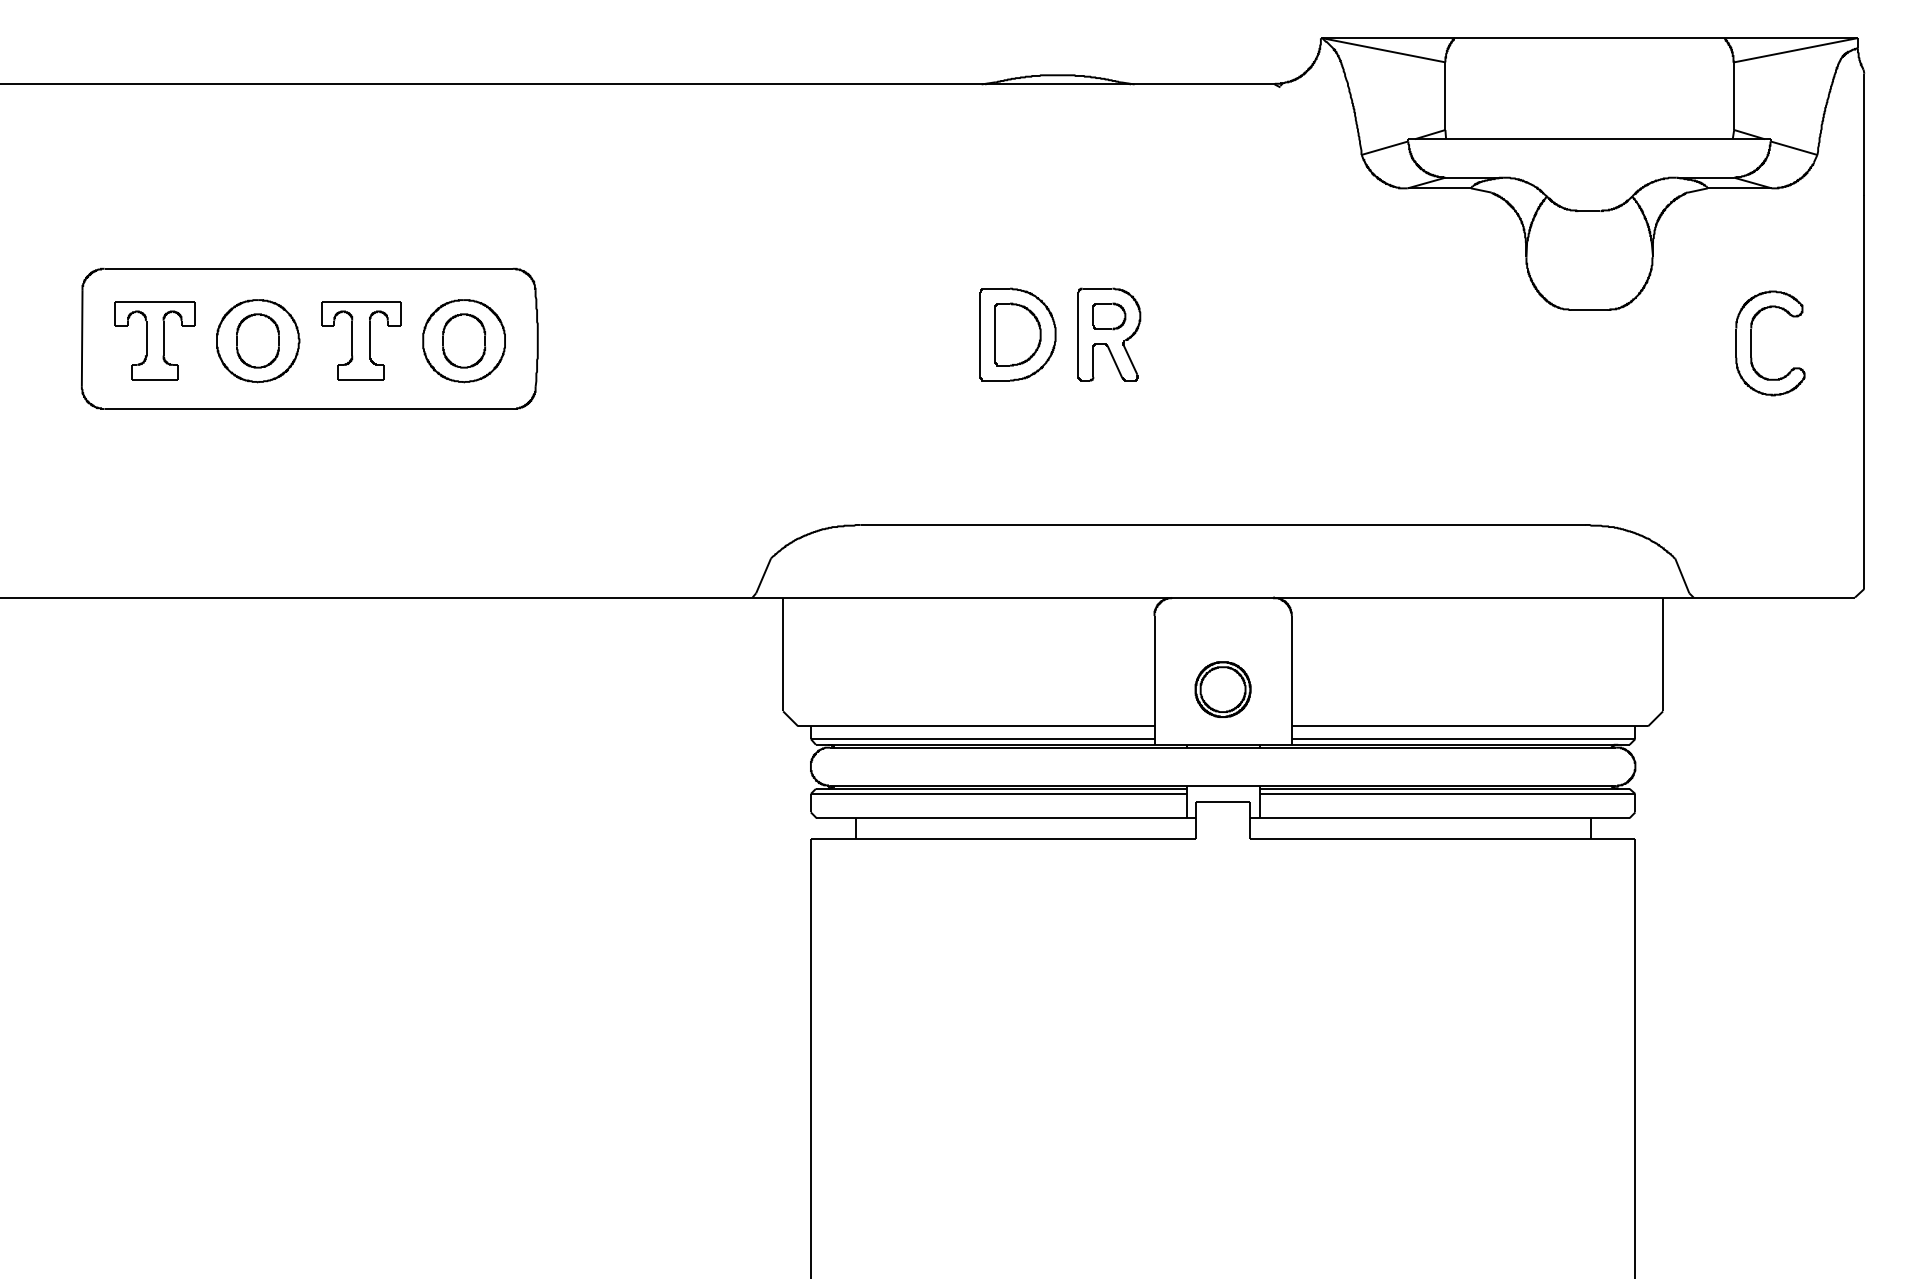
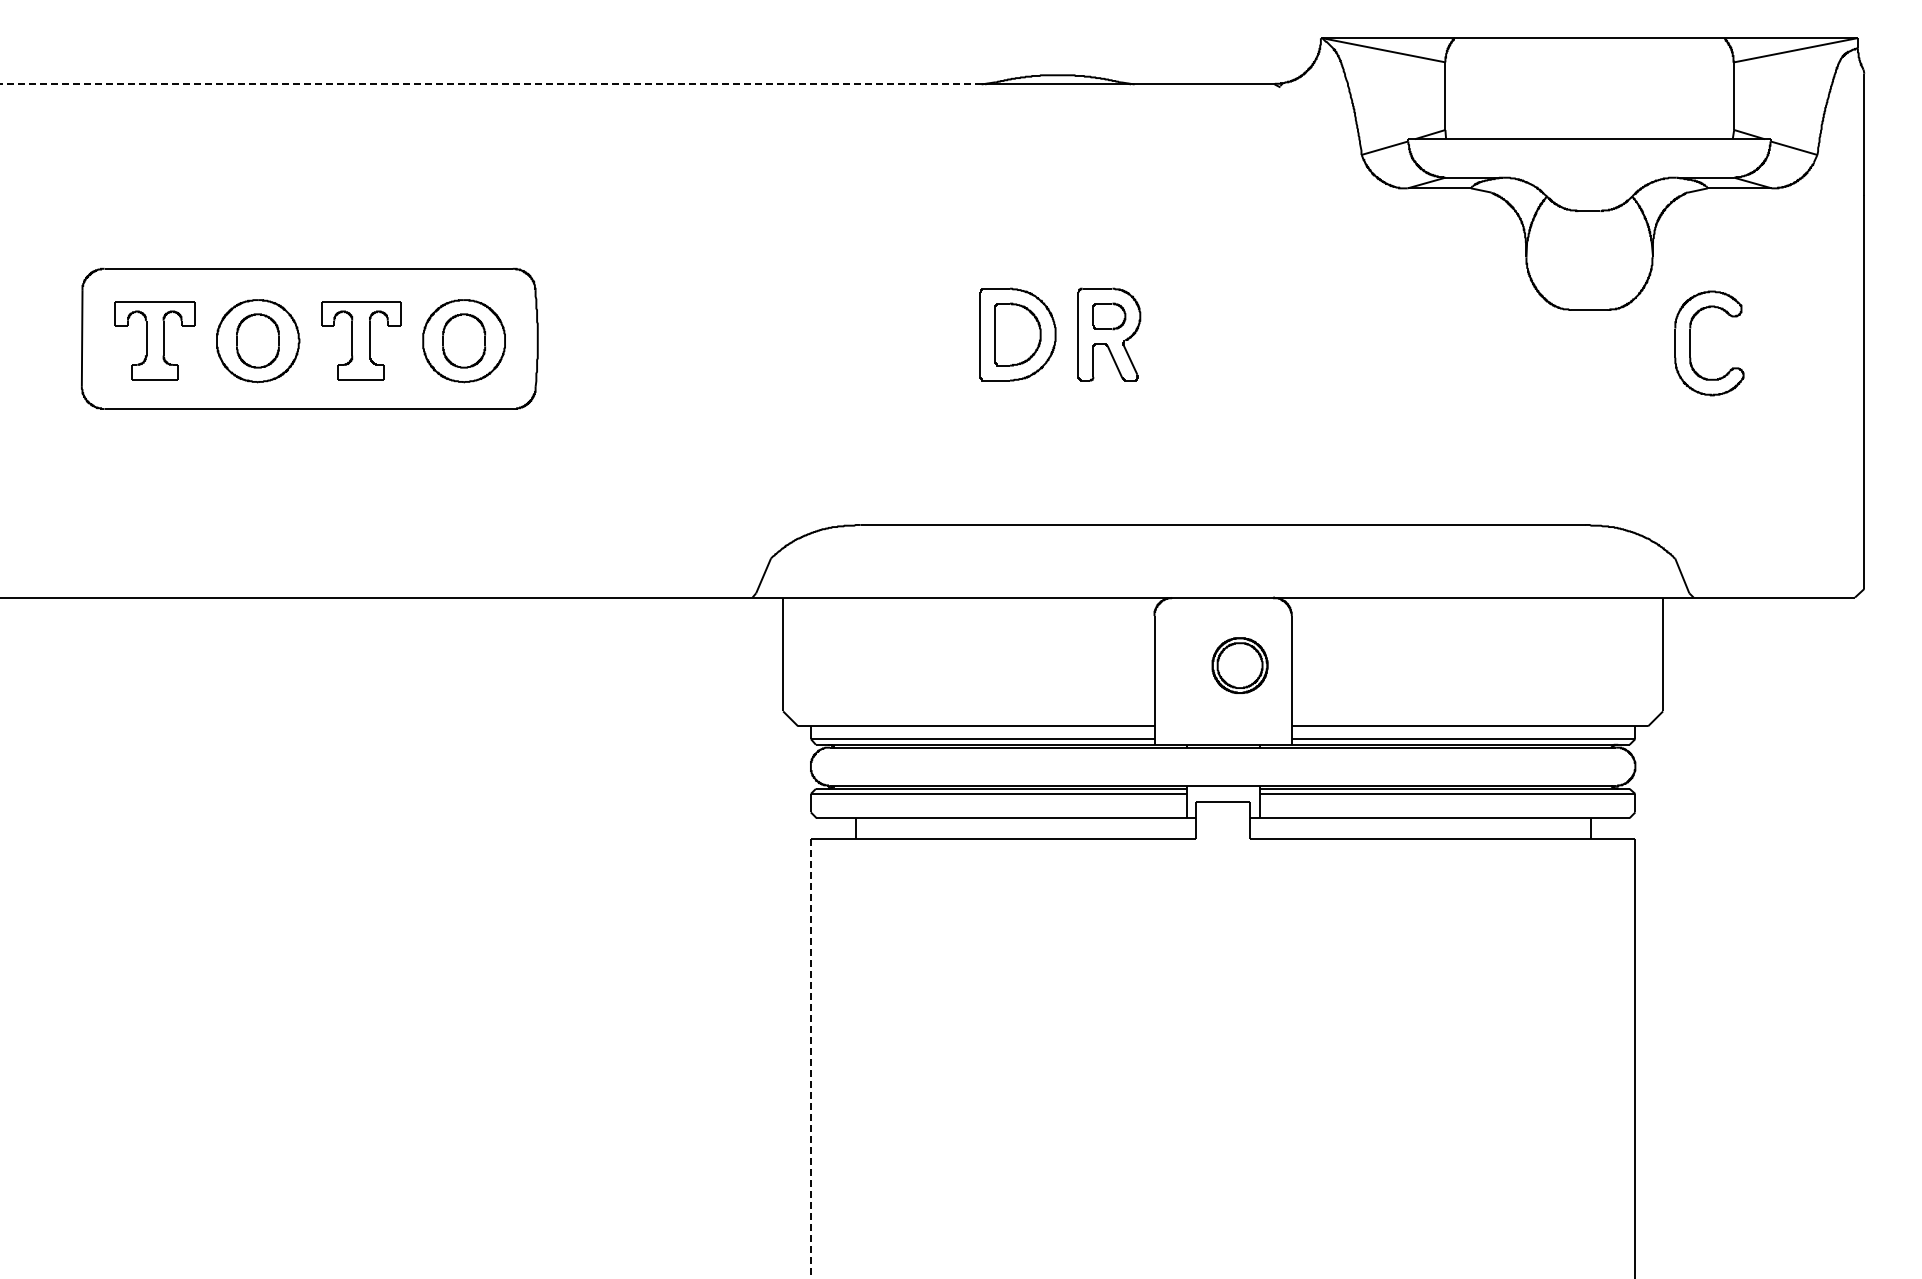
line at (490, 84): solid -> dashed
part at (1751, 343) position: (1751, 343) -> (1690, 343)
part at (1222, 689) position: (1222, 689) -> (1239, 665)
line at (810, 1059): solid -> dashed
